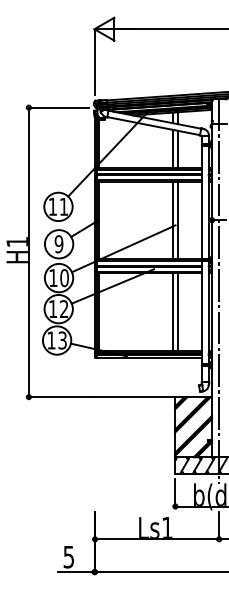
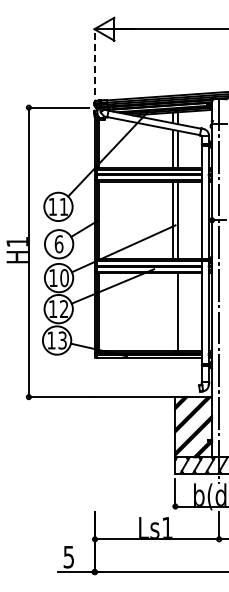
line at (94, 61): solid -> dashed
text at (58, 244): 9 -> 6
line at (173, 311): present -> none
